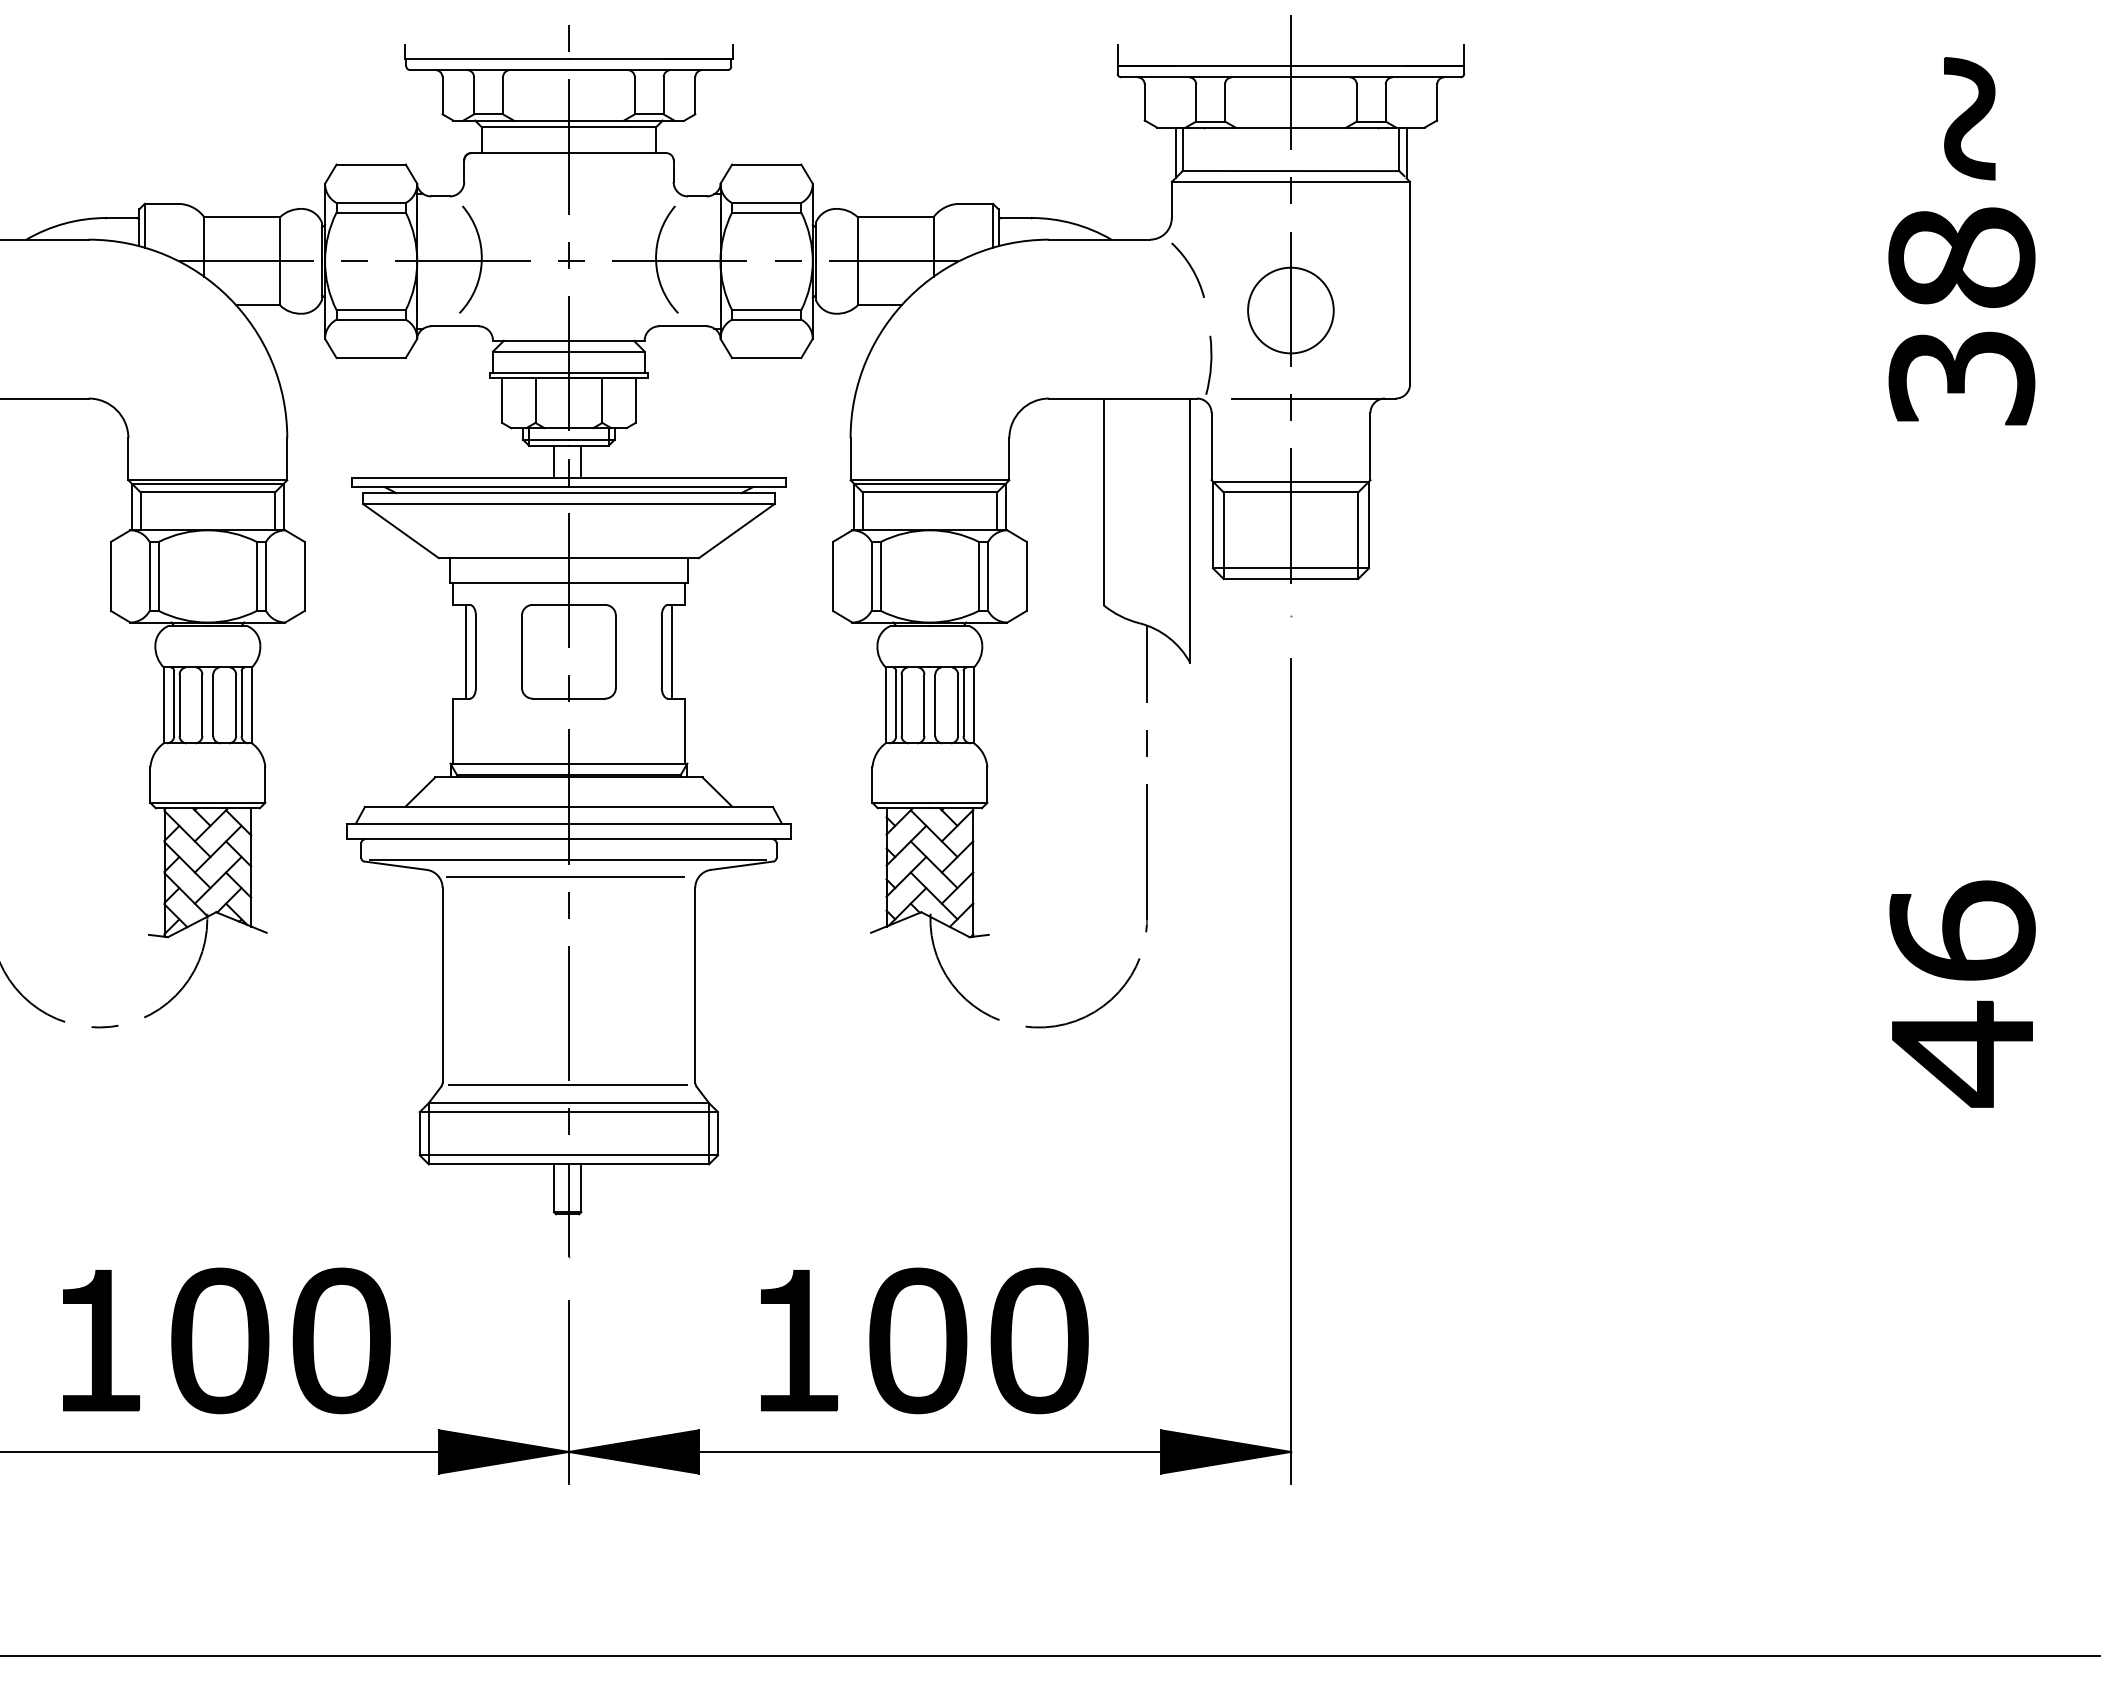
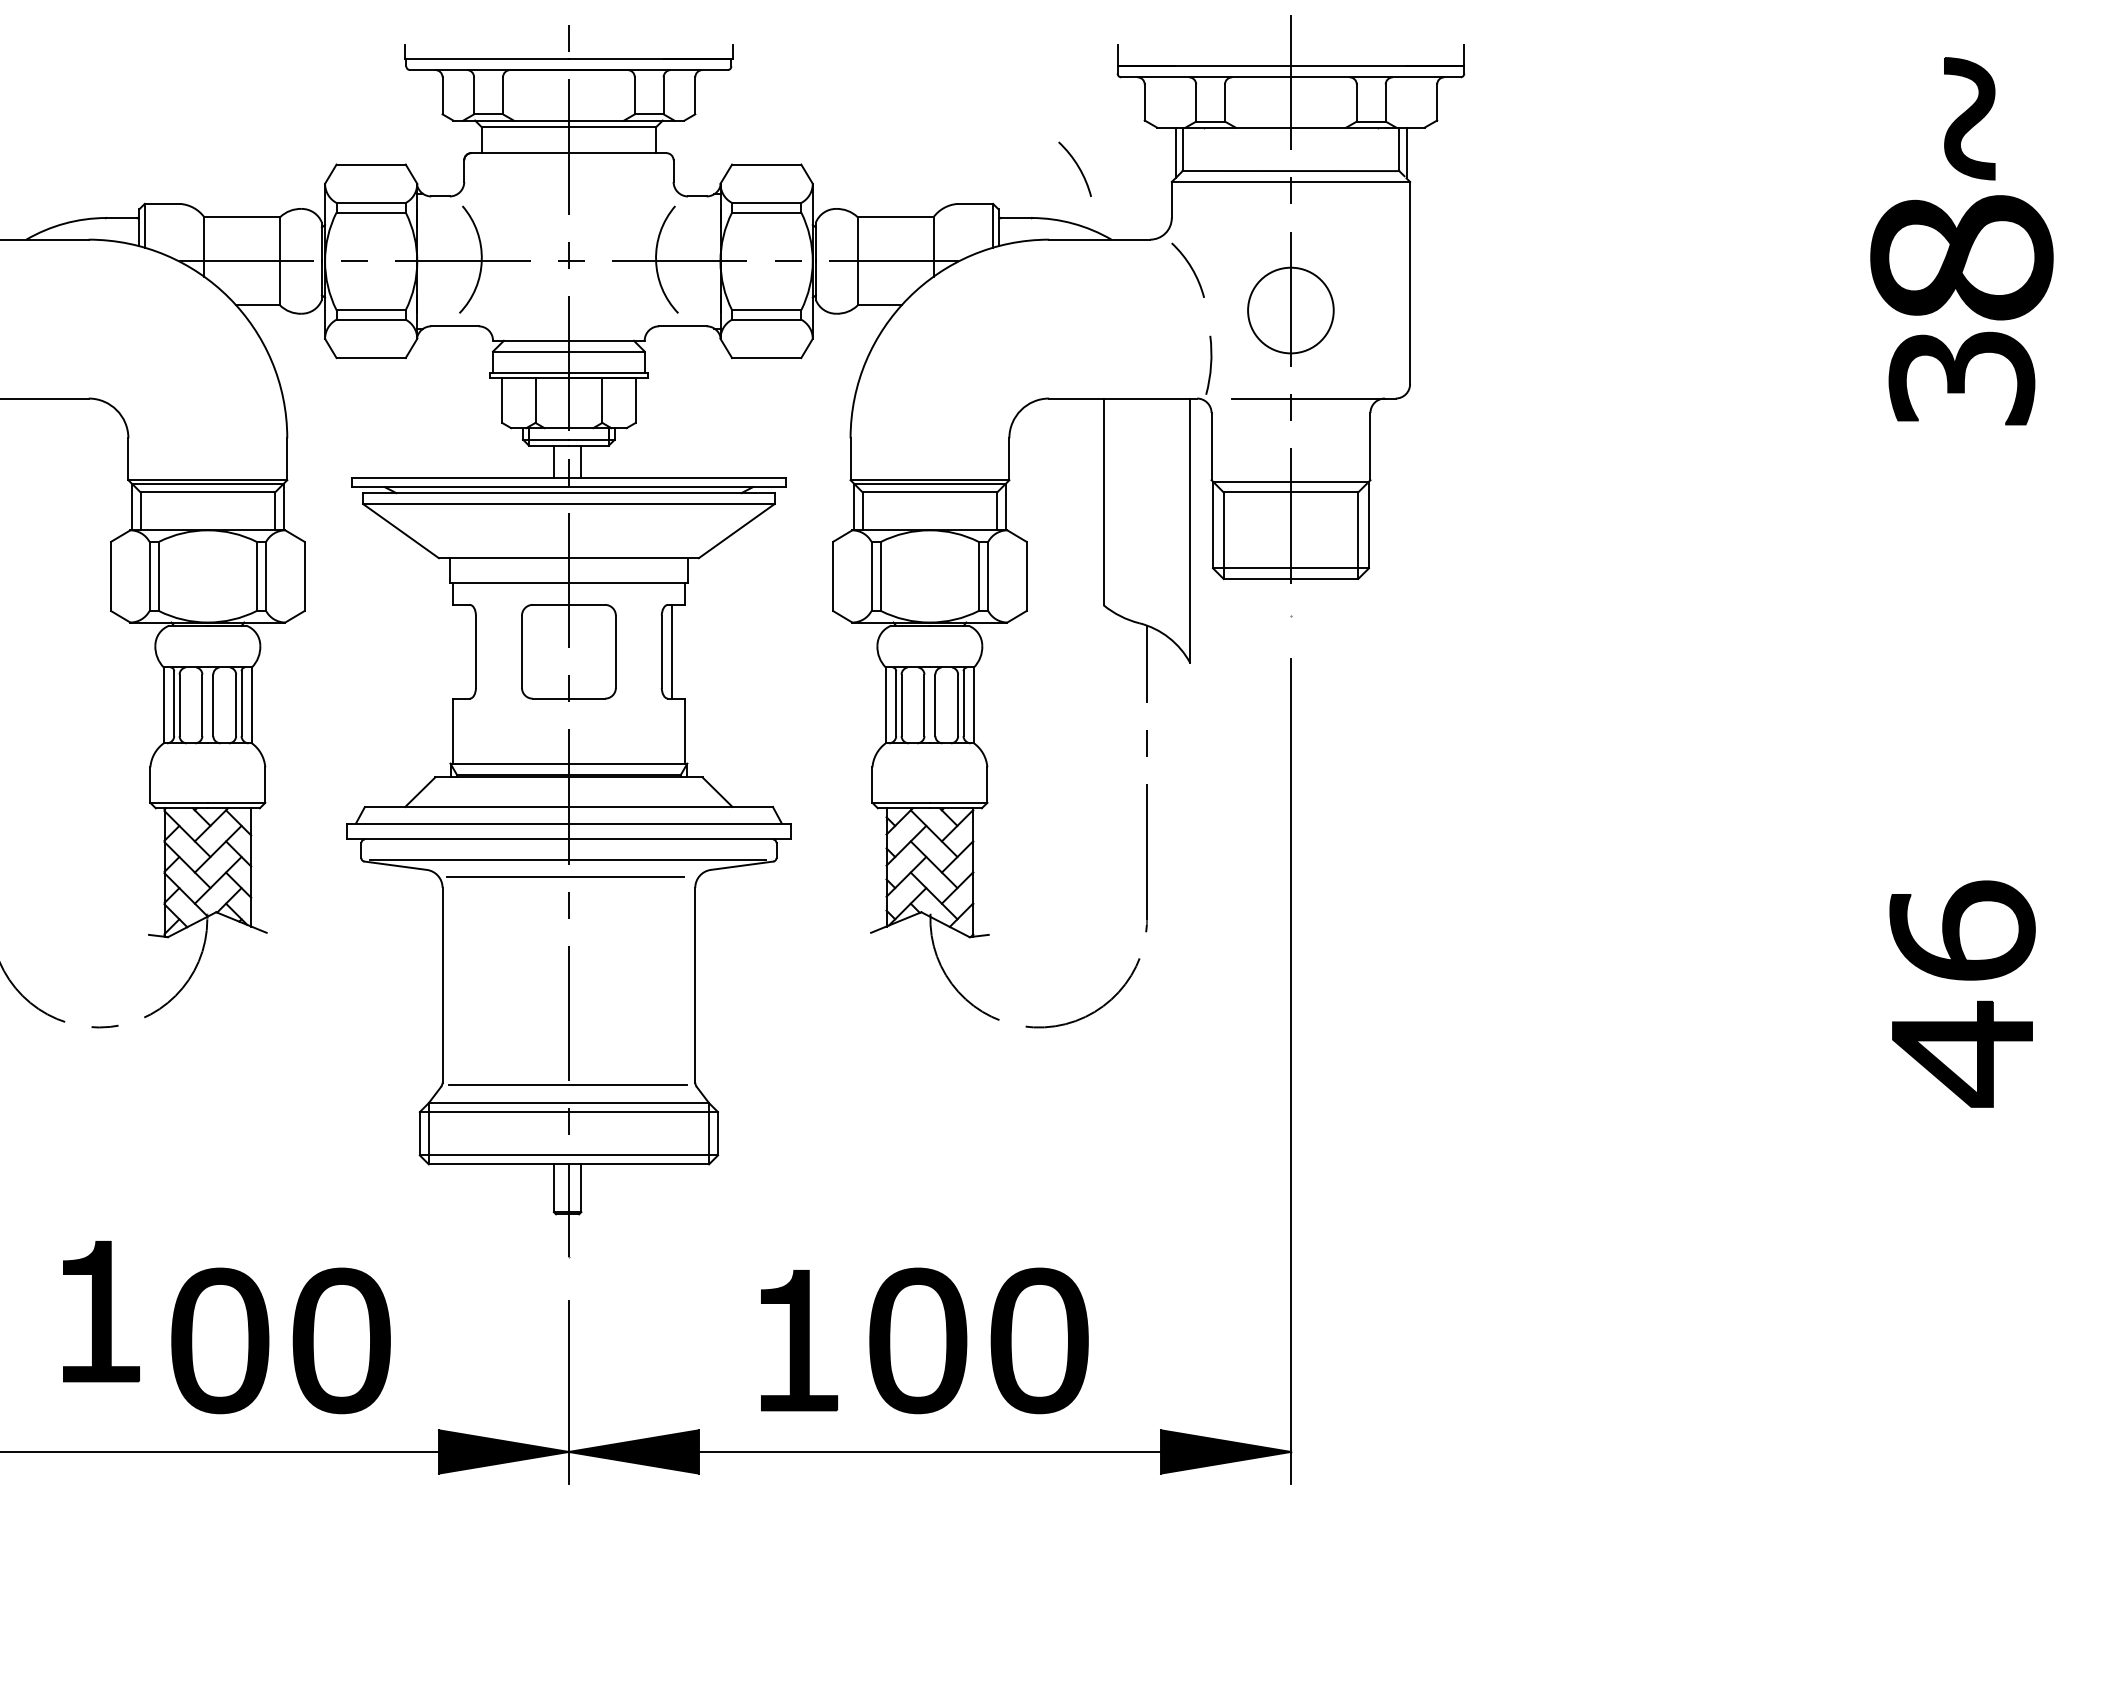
curve at (1077, 167): none -> present
part at (1961, 257) size: 148x101 px -> 184x126 px
line at (465, 651): present -> none
part at (101, 1340) position: (101, 1340) -> (101, 1311)
line at (1049, 1655): present -> none
